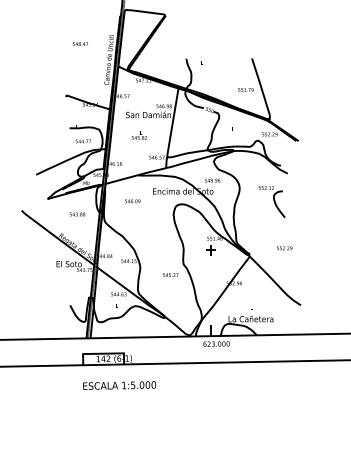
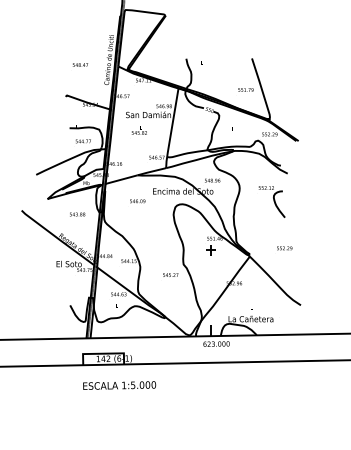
text at (80, 43) position: (80, 43) -> (80, 64)
text at (138, 135) position: (138, 135) -> (138, 130)
text at (132, 201) position: (132, 201) -> (137, 201)
